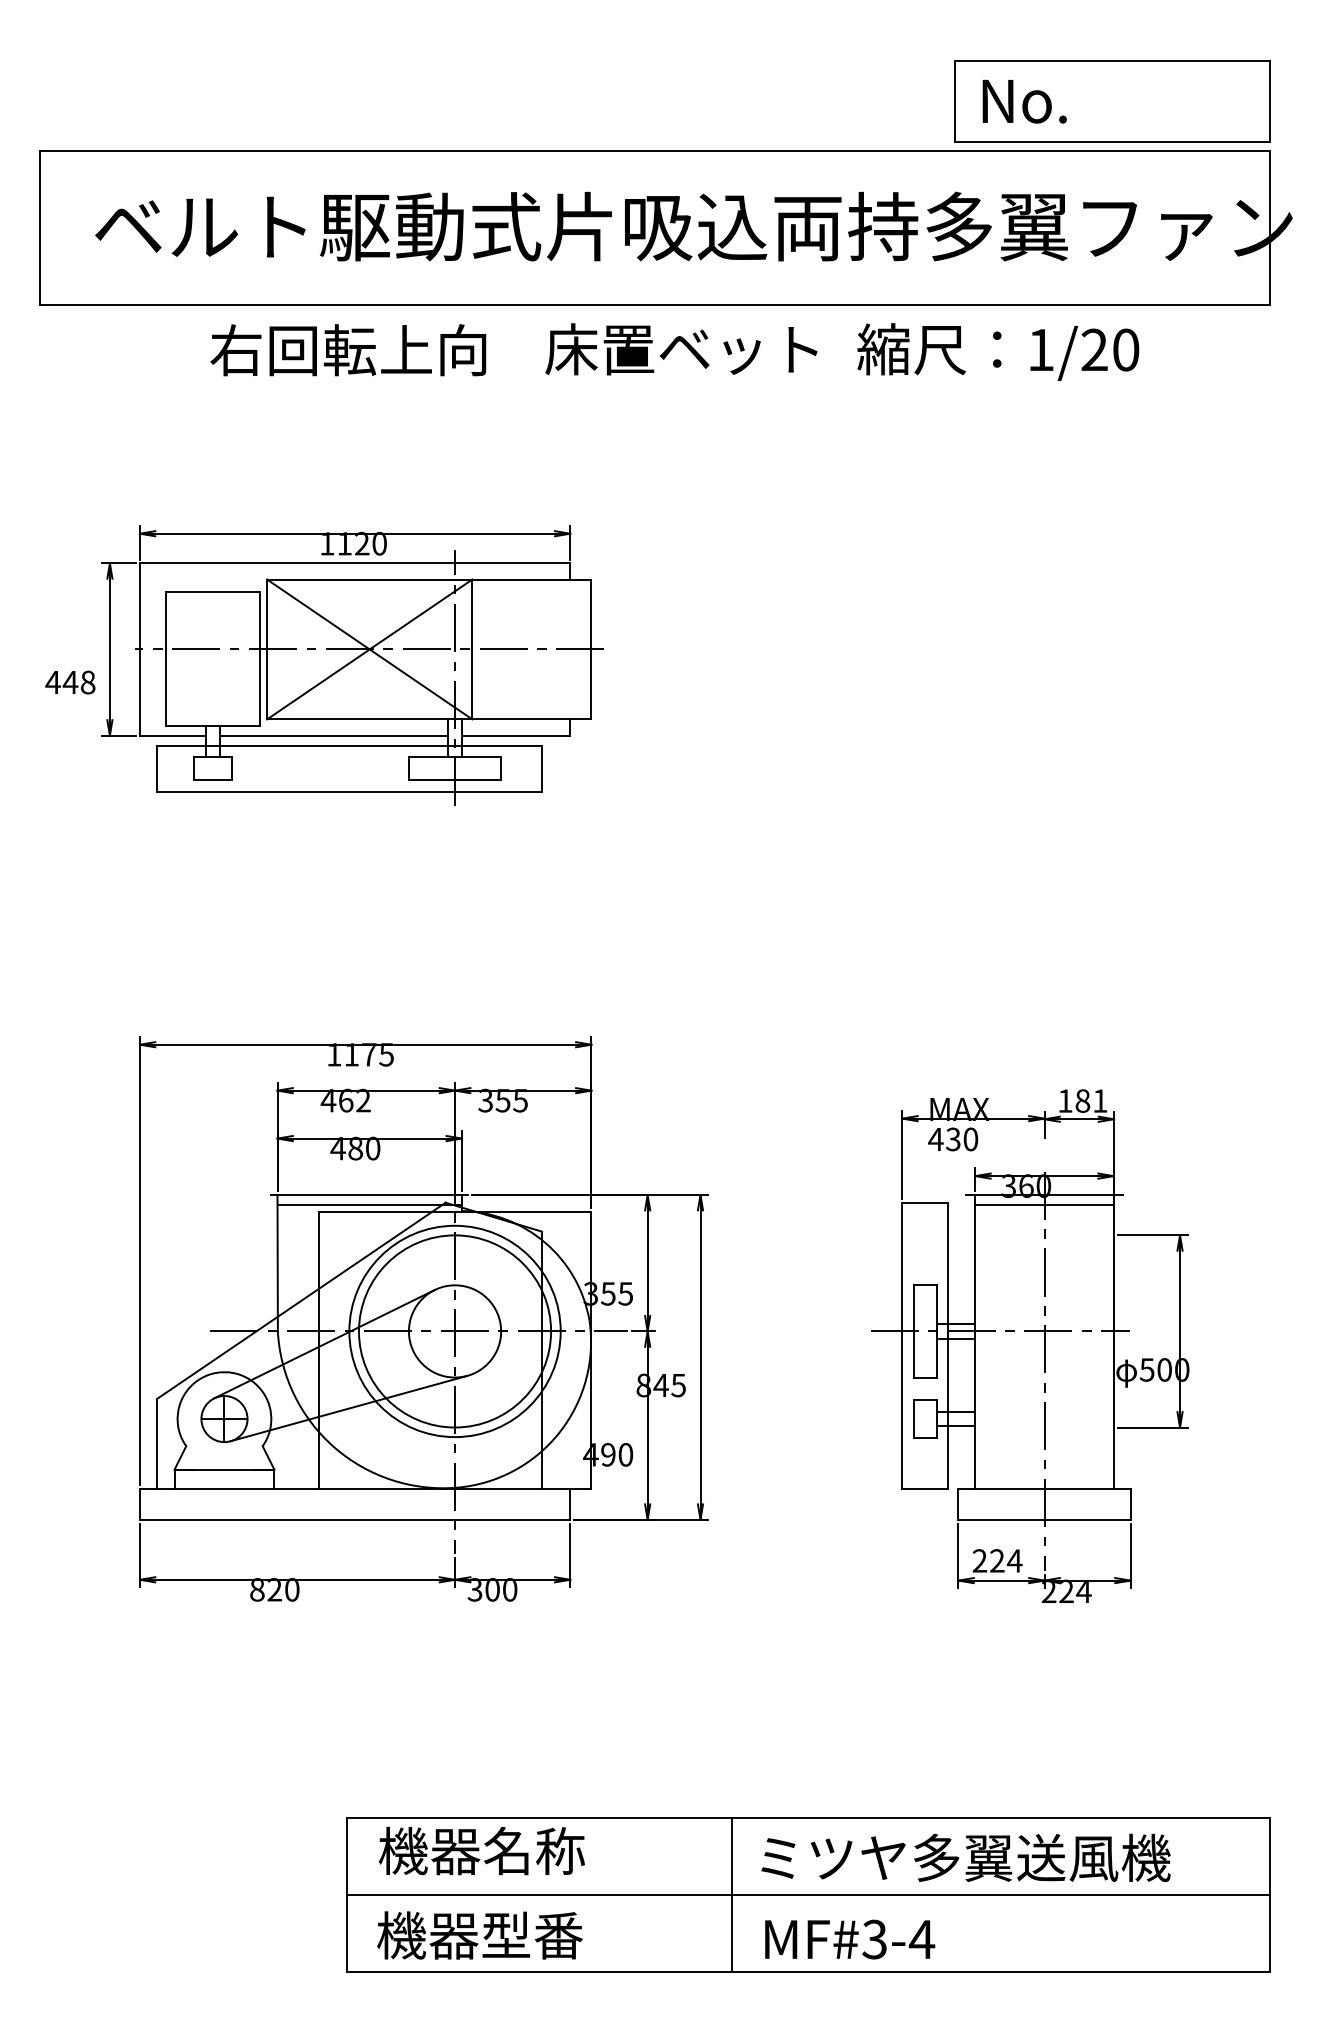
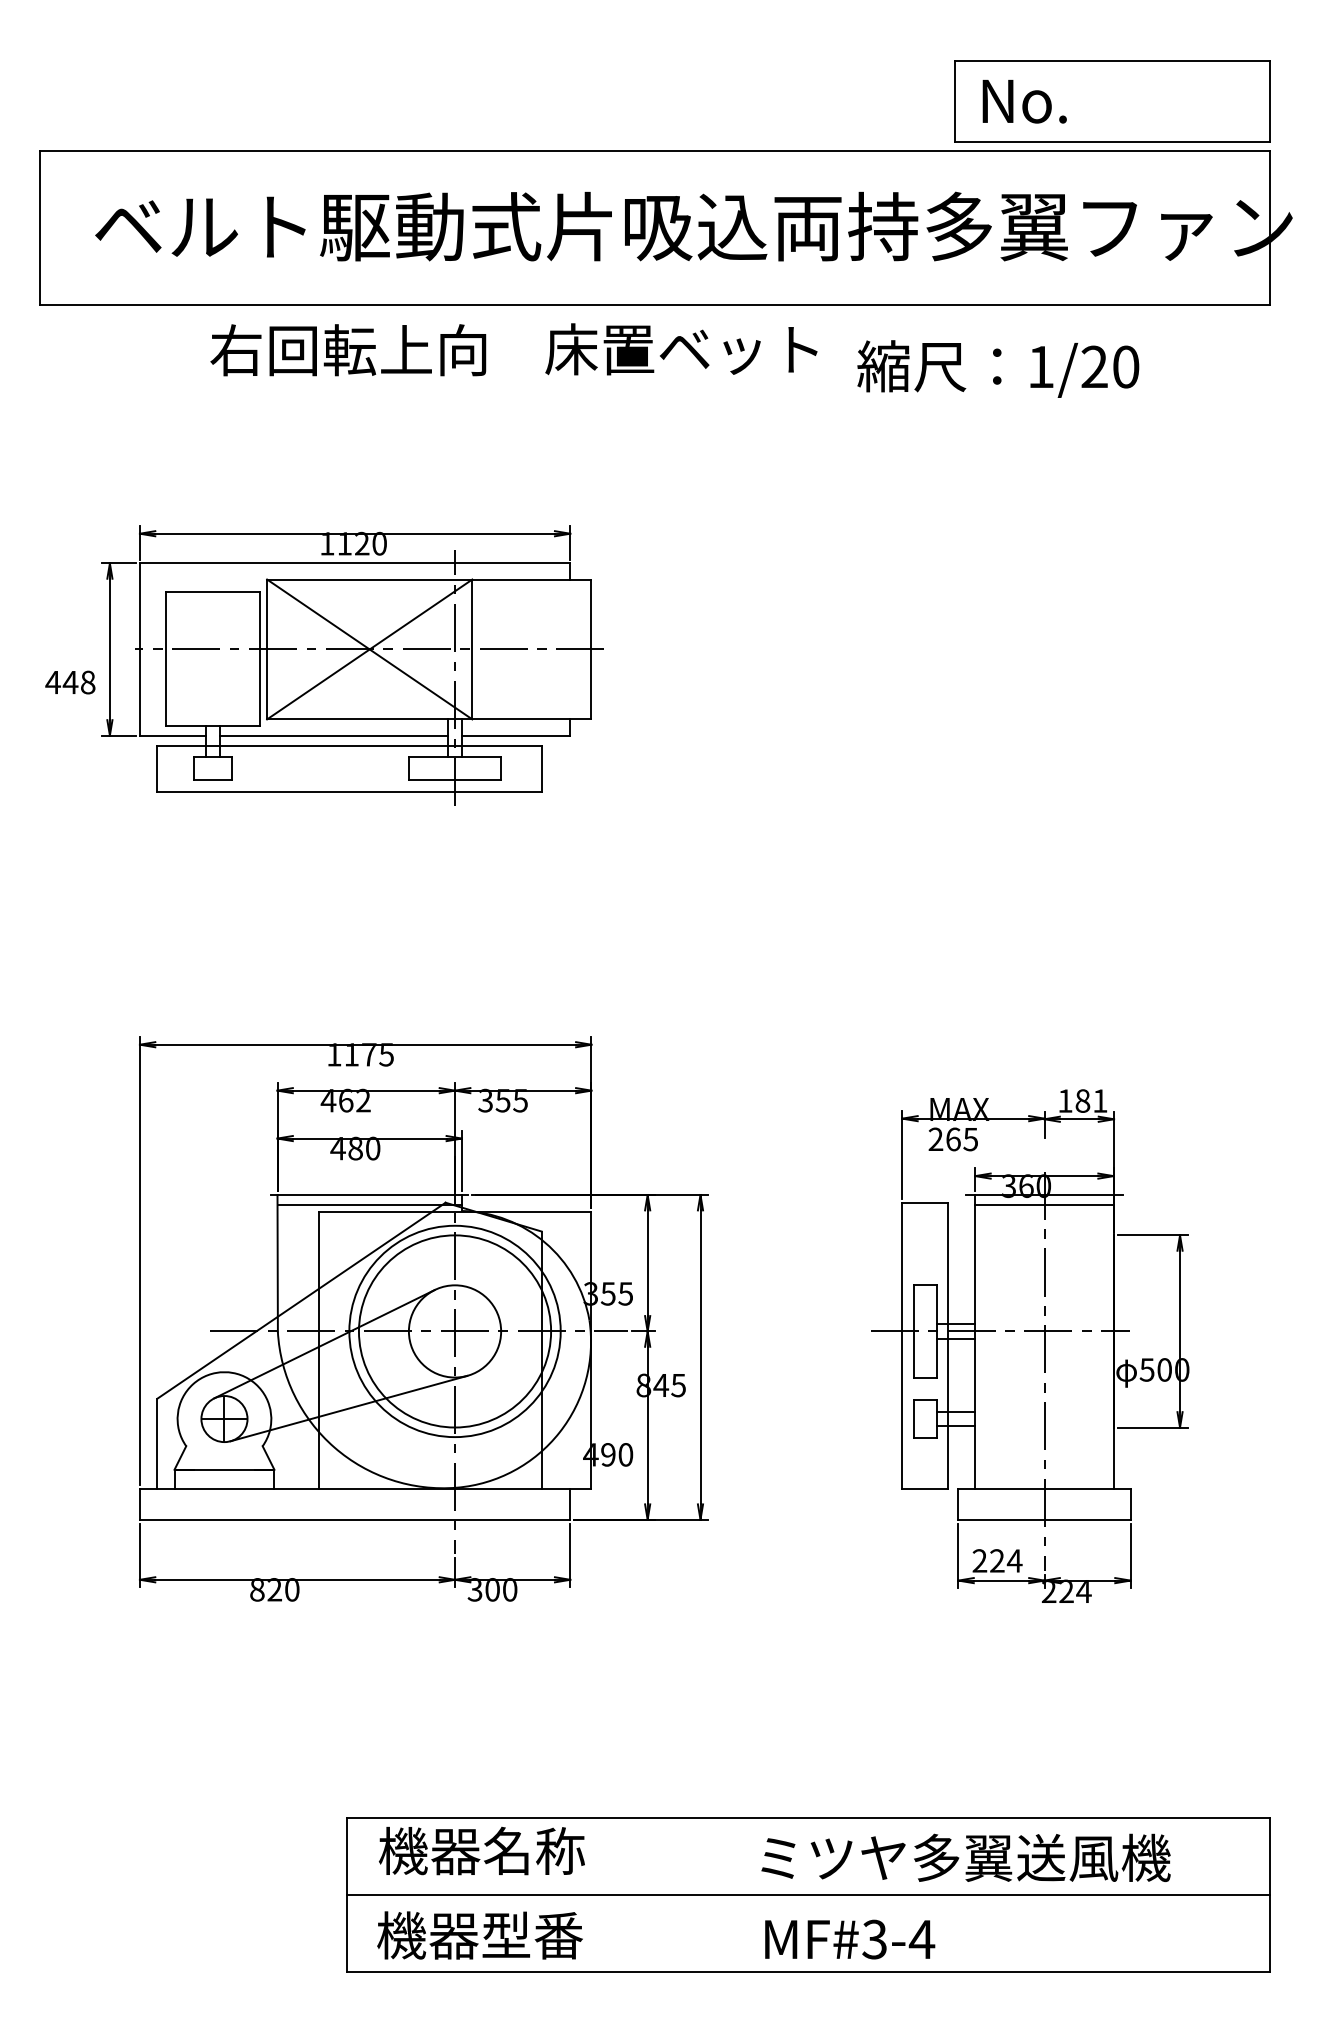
text at (998, 351) position: (998, 351) -> (998, 368)
text at (953, 1139): 430 -> 265
line at (731, 1895): present -> none
